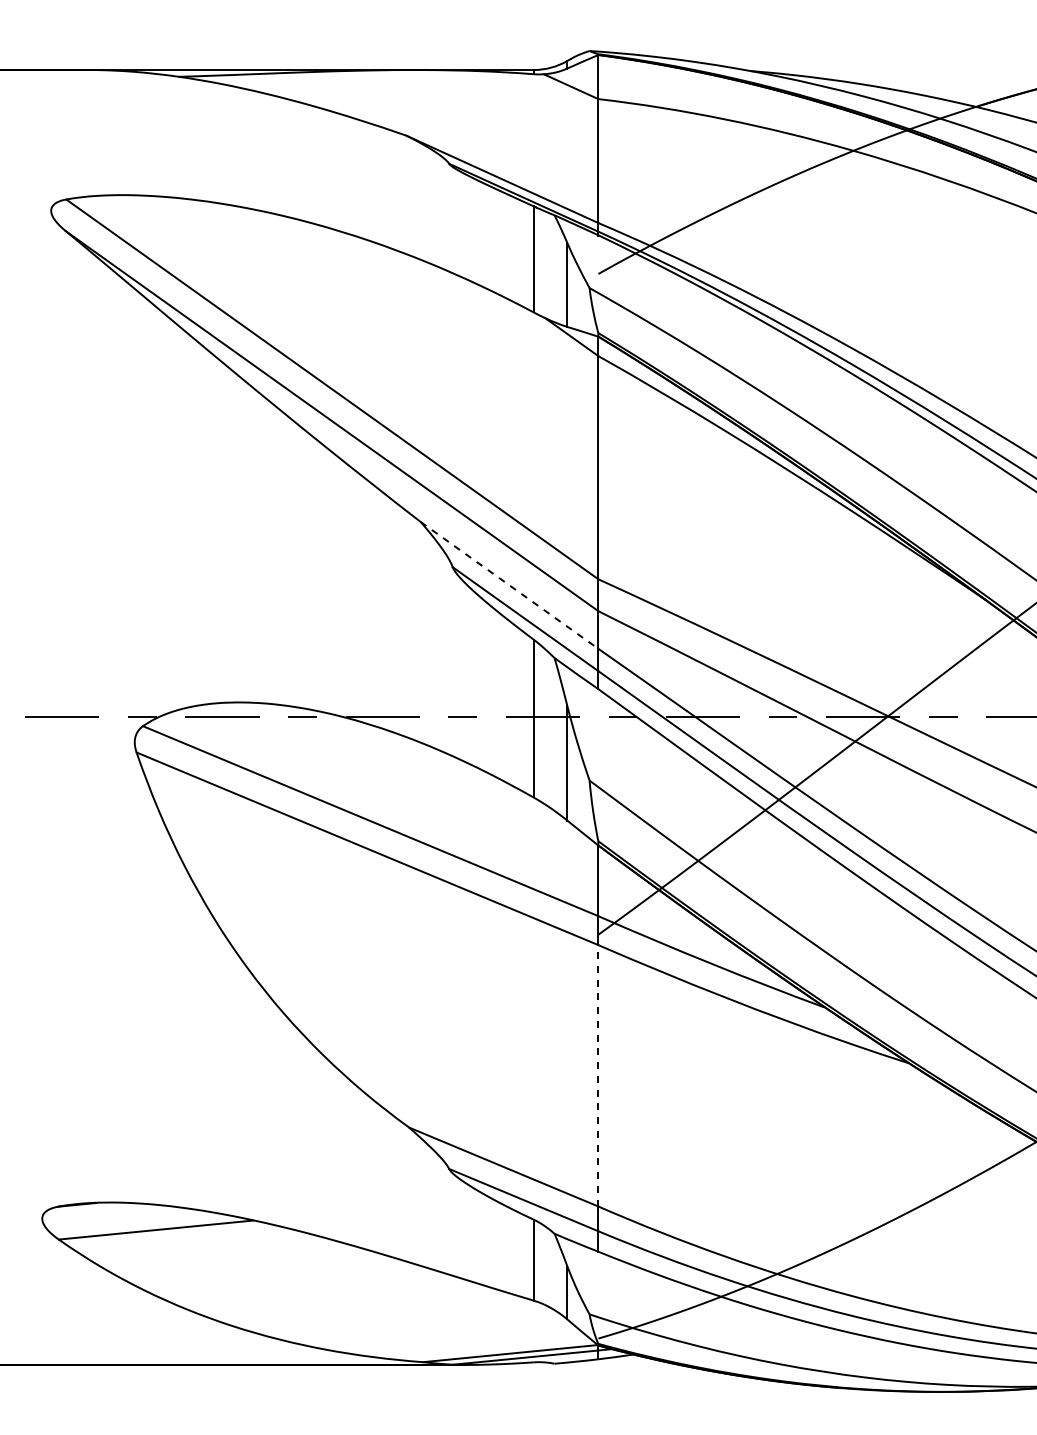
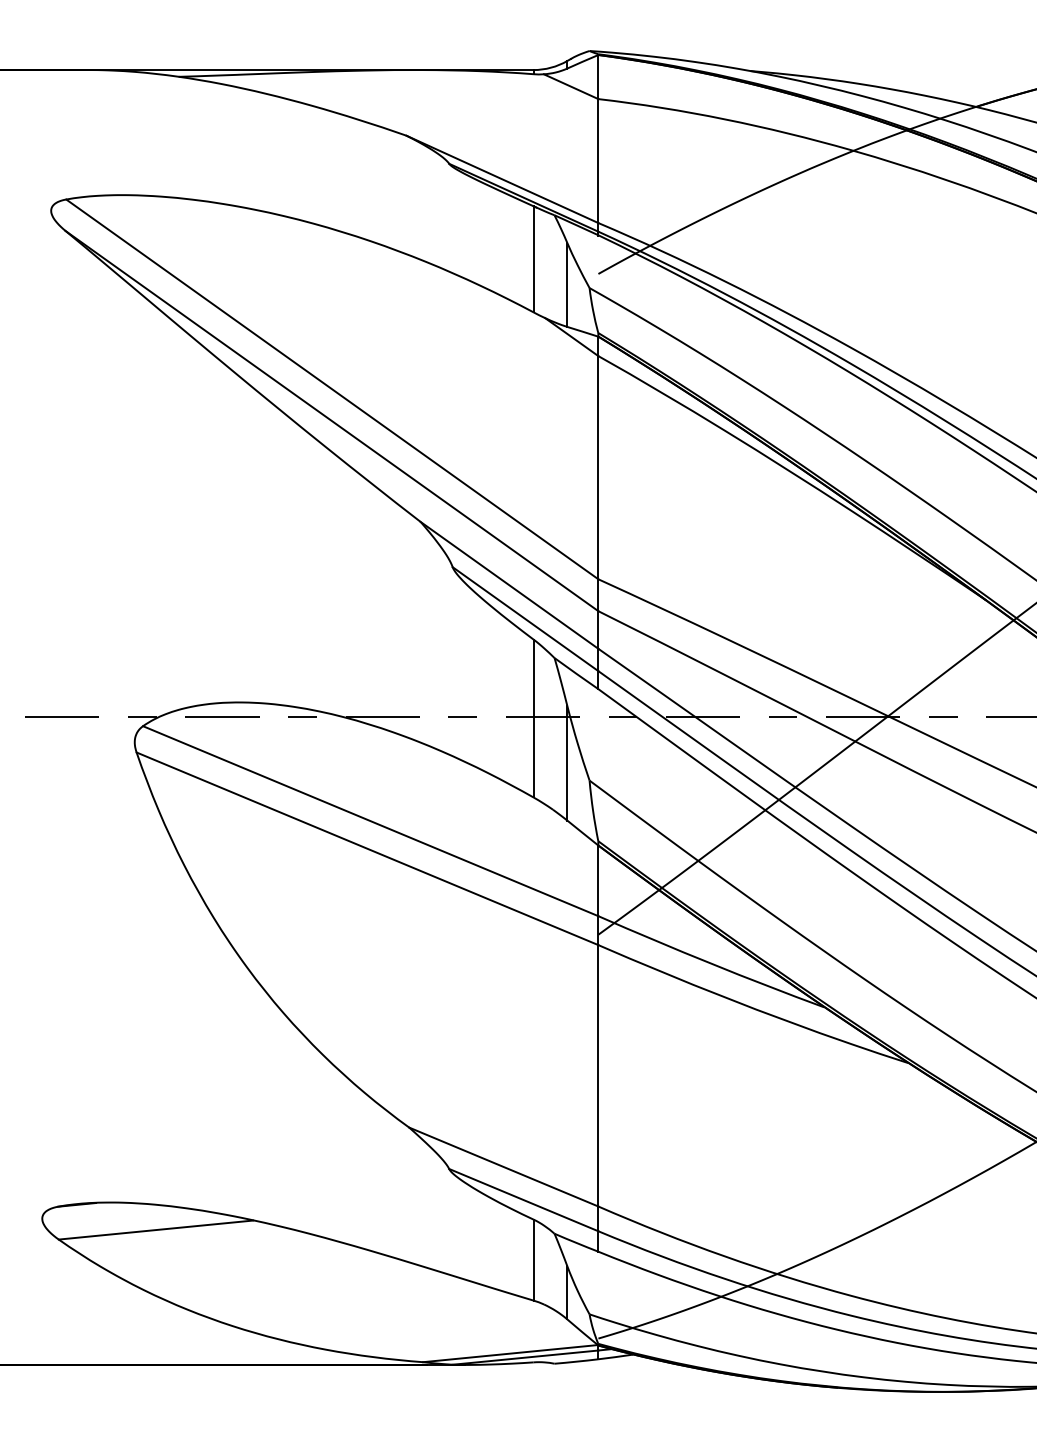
line at (509, 585): dashed -> solid
line at (598, 1075): dashed -> solid
